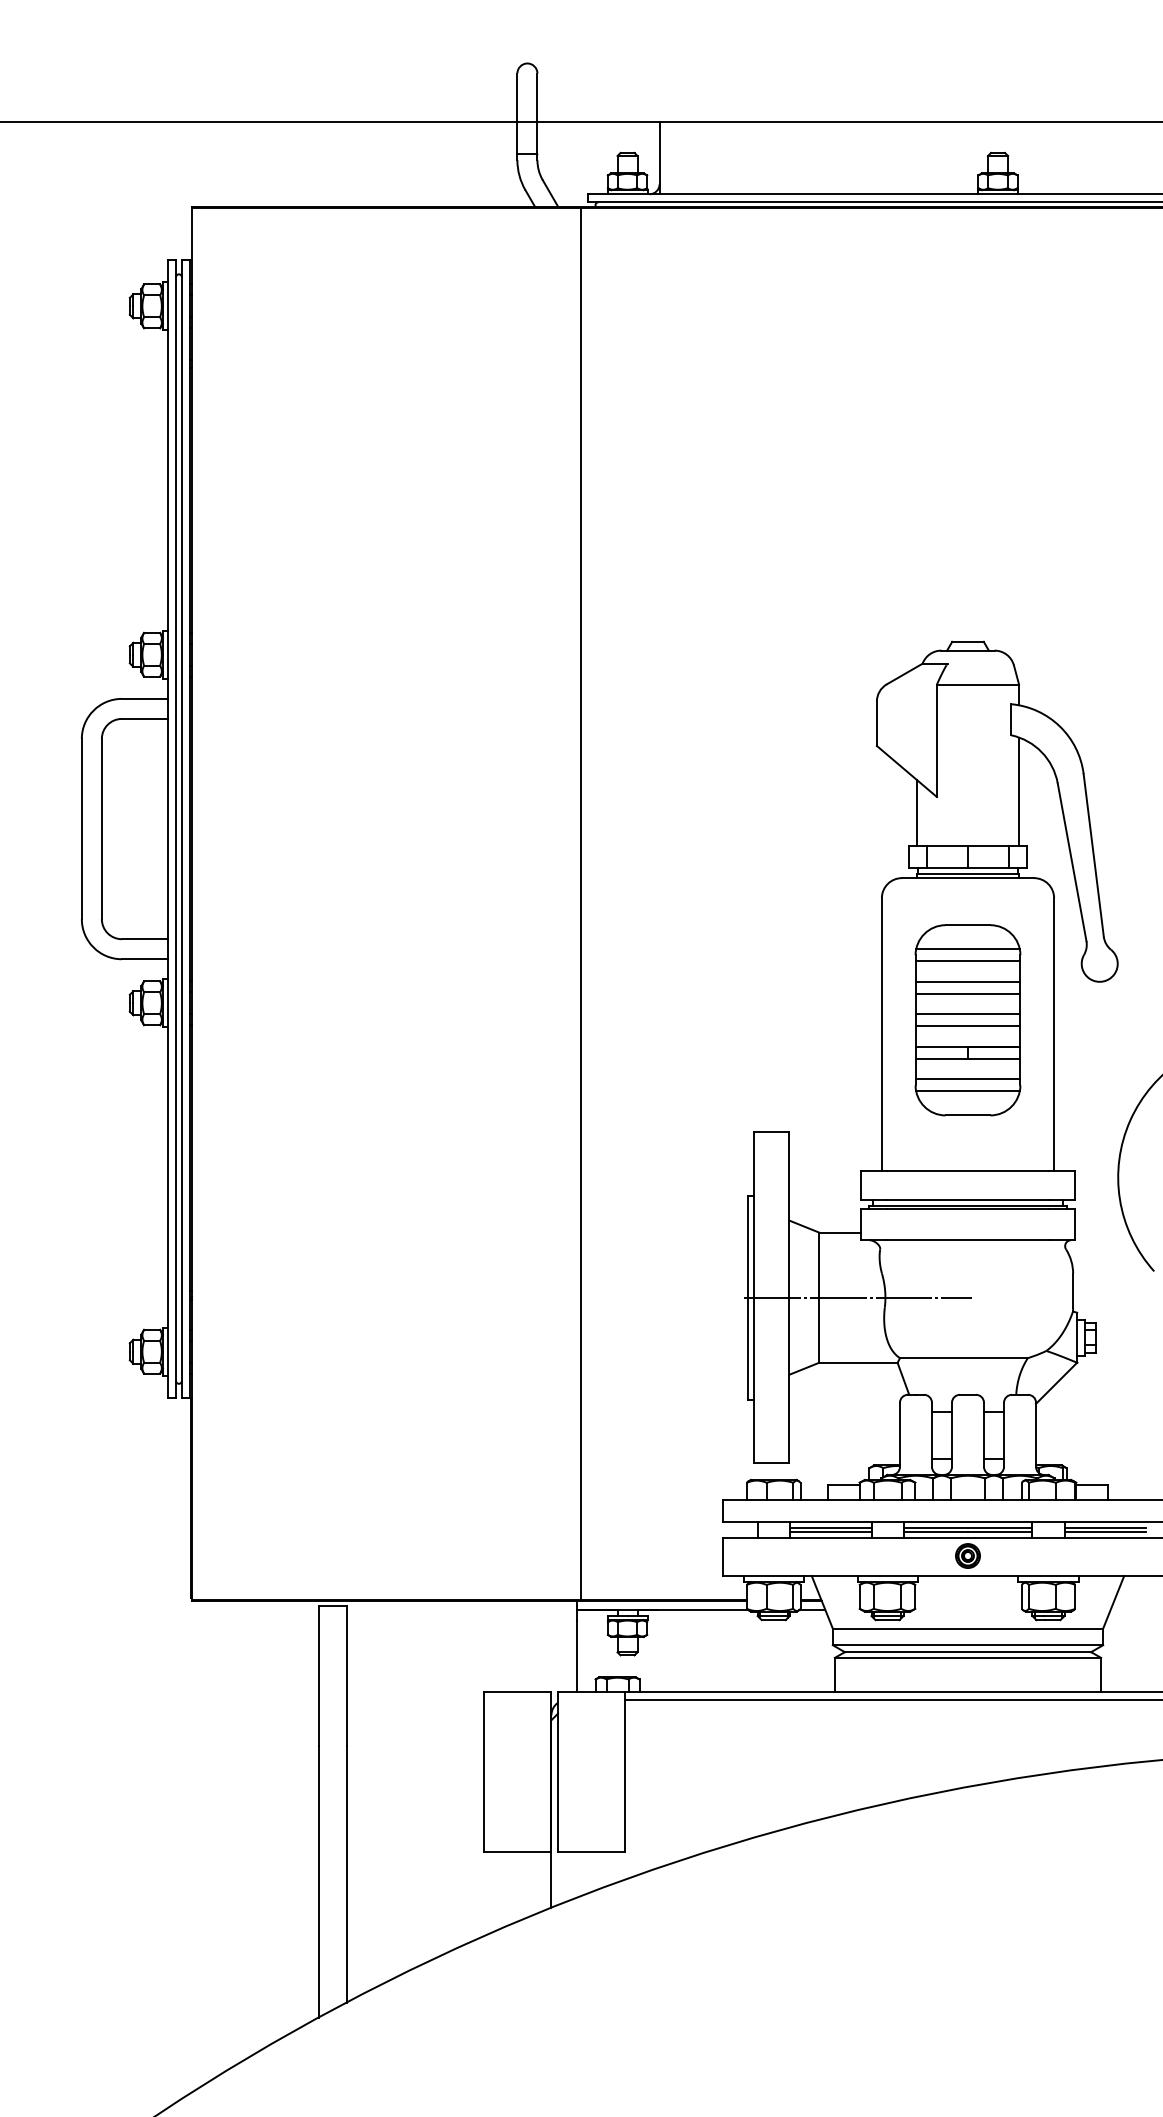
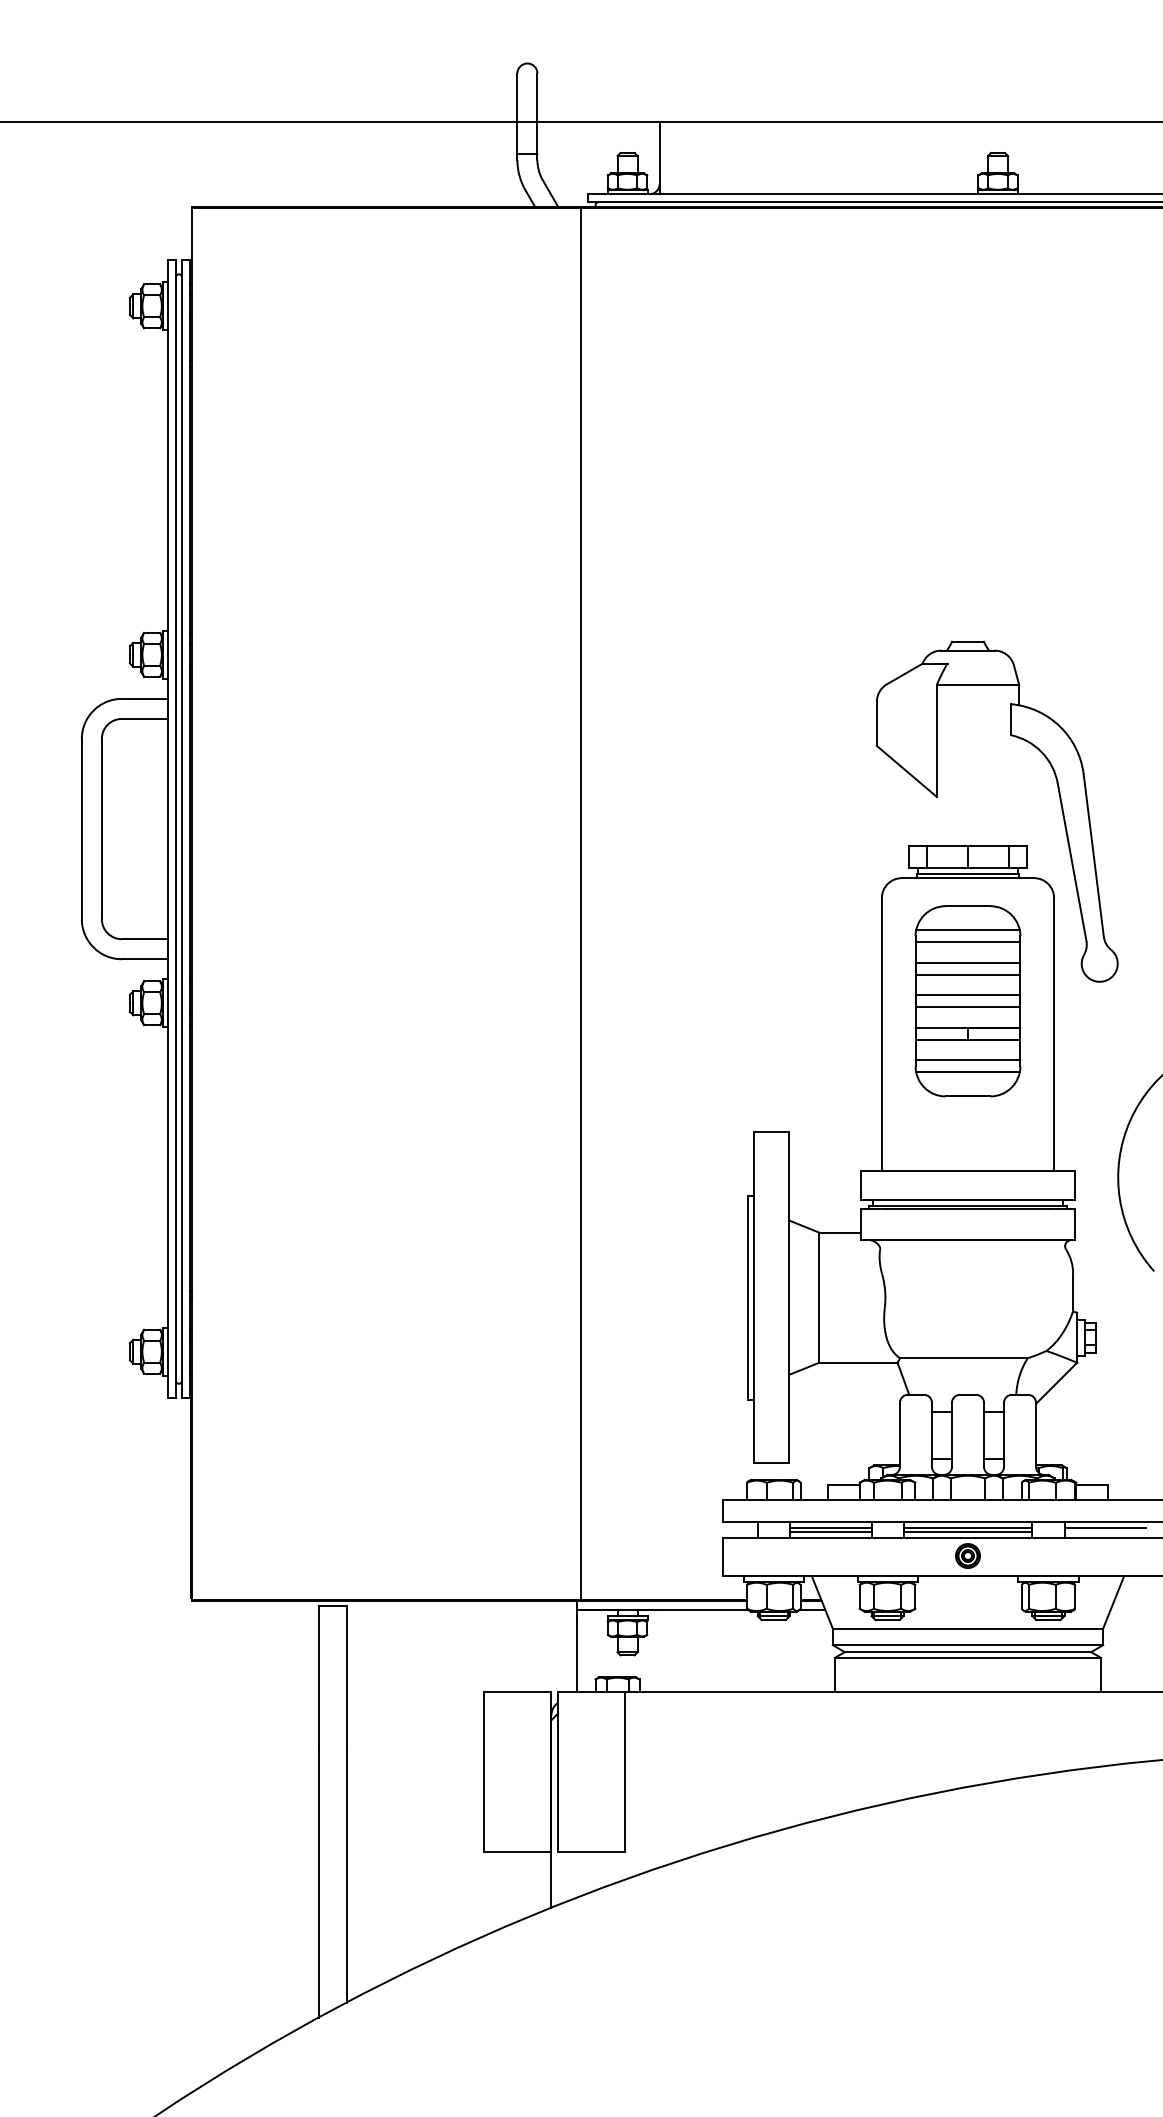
line at (1019, 791): present -> none
line at (916, 813): present -> none
part at (967, 1020) position: (967, 1020) -> (967, 1001)
line at (857, 1297): present -> none
line at (1105, 1531): present -> none
line at (892, 1700): present -> none
